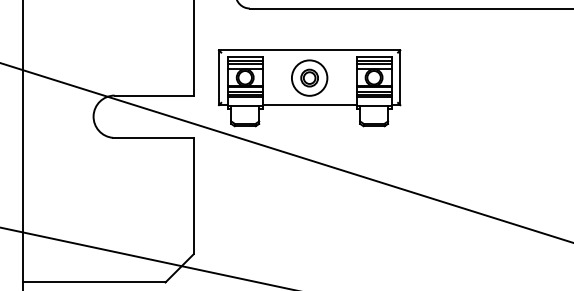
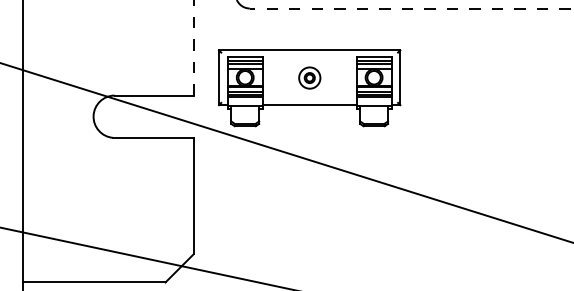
line at (411, 8): solid -> dashed
line at (193, 47): solid -> dashed
part at (309, 77) size: 38x38 px -> 24x24 px
